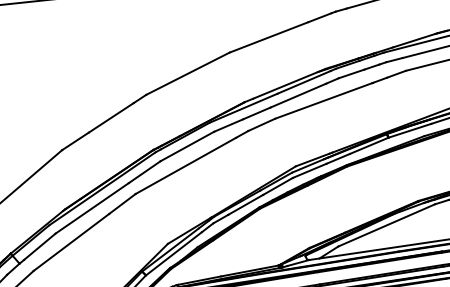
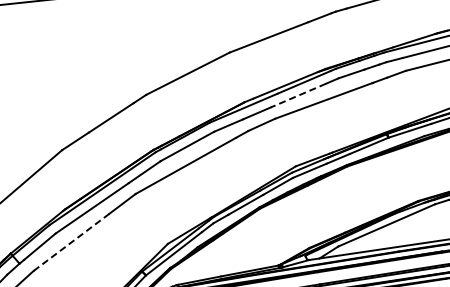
line at (297, 95): solid -> dashed
line at (71, 242): solid -> dashed
